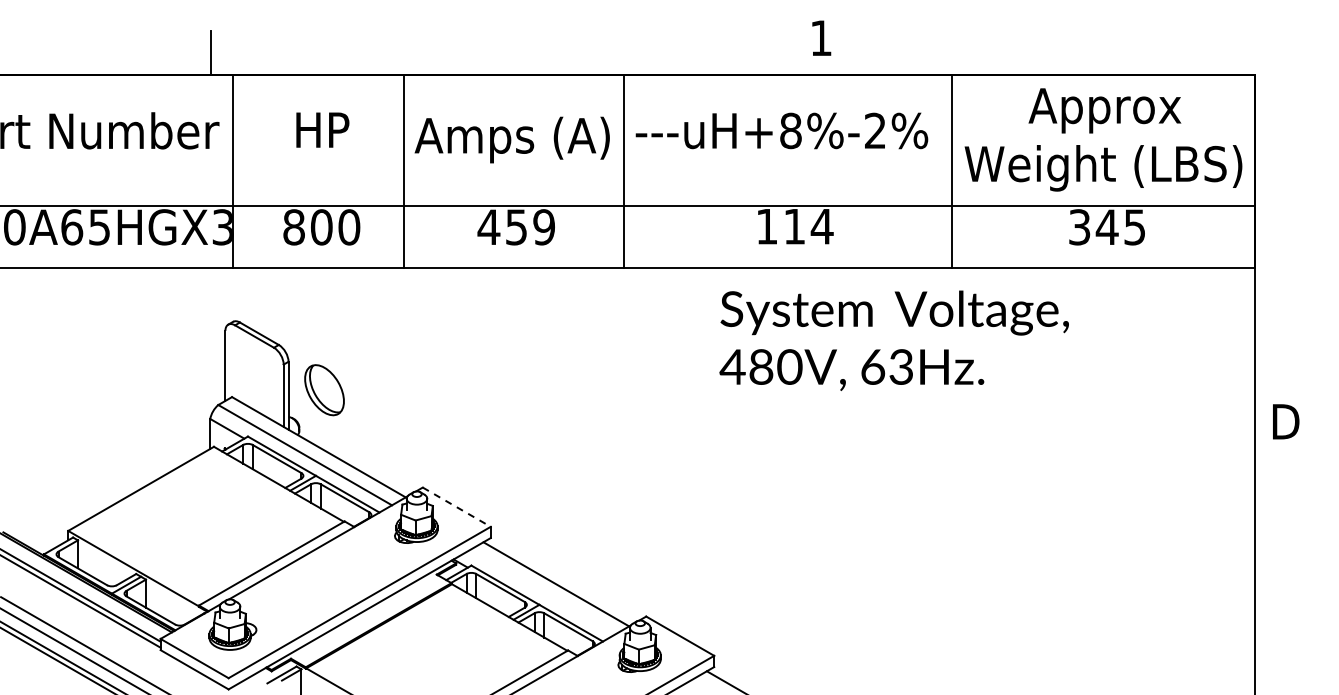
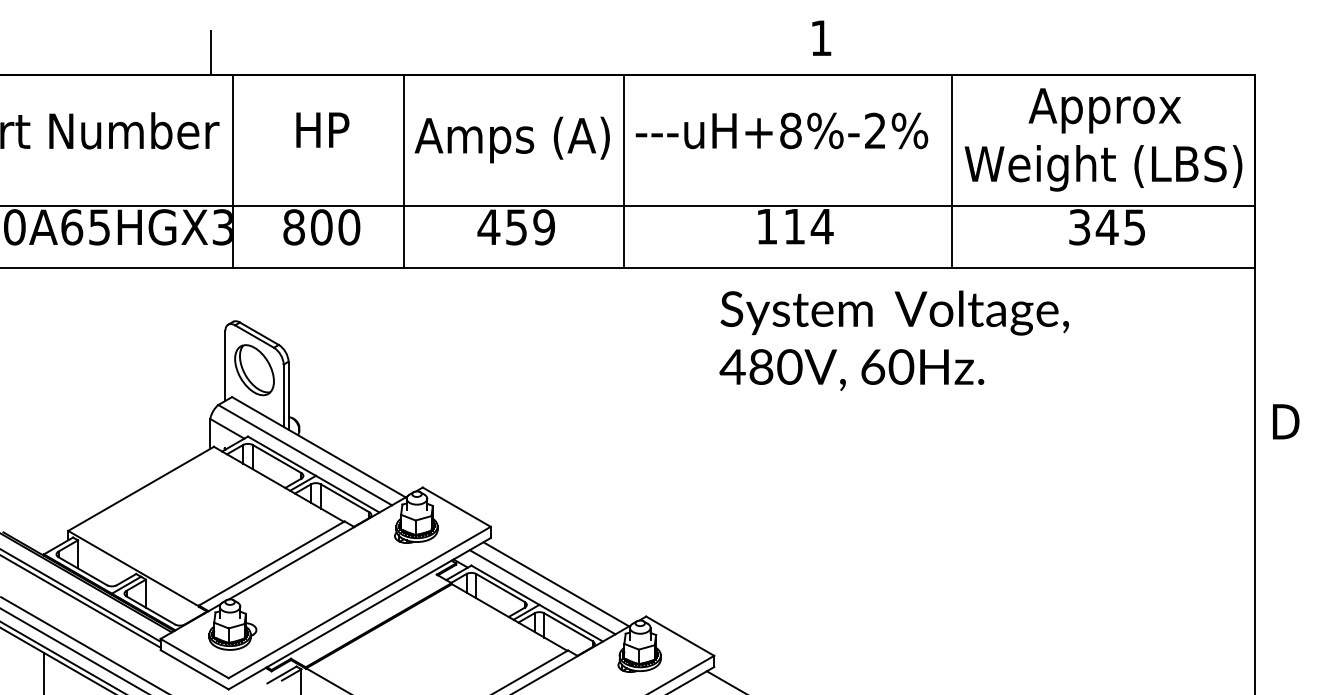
text at (901, 366): 63Hz. -> 60Hz.
part at (324, 390) position: (324, 390) -> (254, 370)
line at (457, 507): dashed -> solid
line at (542, 592): none -> present
line at (43, 671): none -> present
